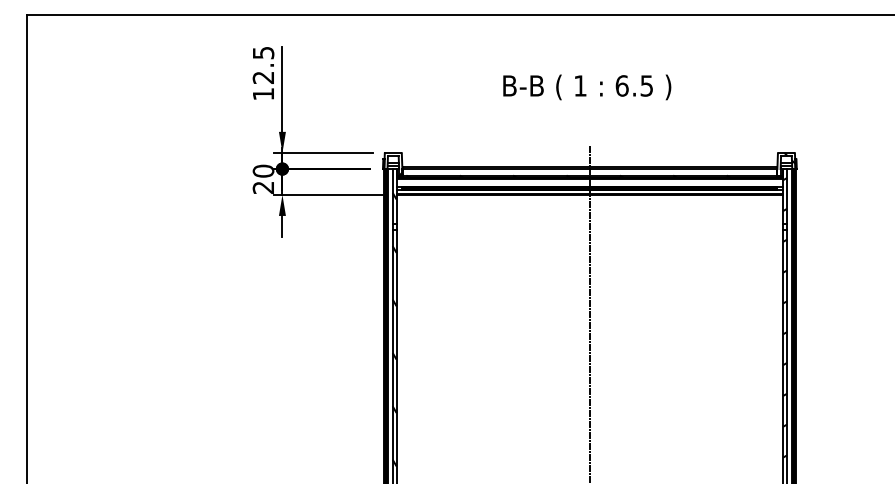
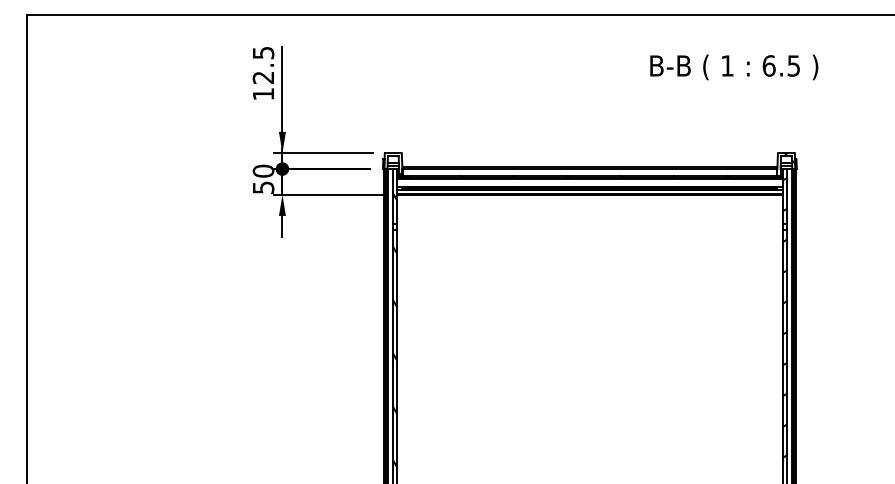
text at (587, 87) position: (587, 87) -> (734, 67)
text at (263, 187): 20 -> 50
line at (589, 313): present -> none
